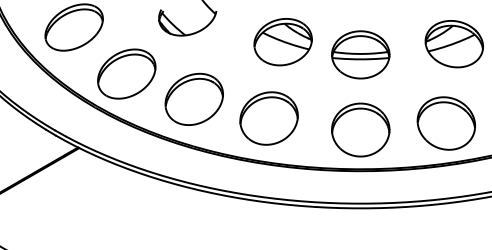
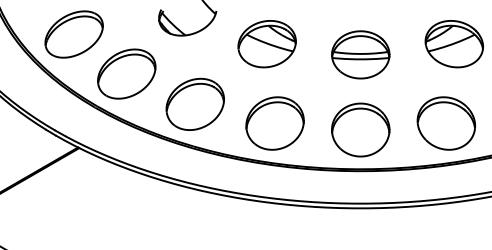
part at (73, 27) position: (73, 27) -> (73, 34)
part at (282, 42) position: (282, 42) -> (266, 44)
part at (193, 98) position: (193, 98) -> (194, 103)
part at (268, 118) position: (268, 118) -> (274, 123)
